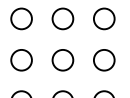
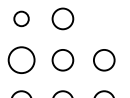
circle at (21, 18) size: 23x24 px -> 17x18 px
circle at (104, 18): present -> none
circle at (21, 60) size: 23x23 px -> 29x28 px
